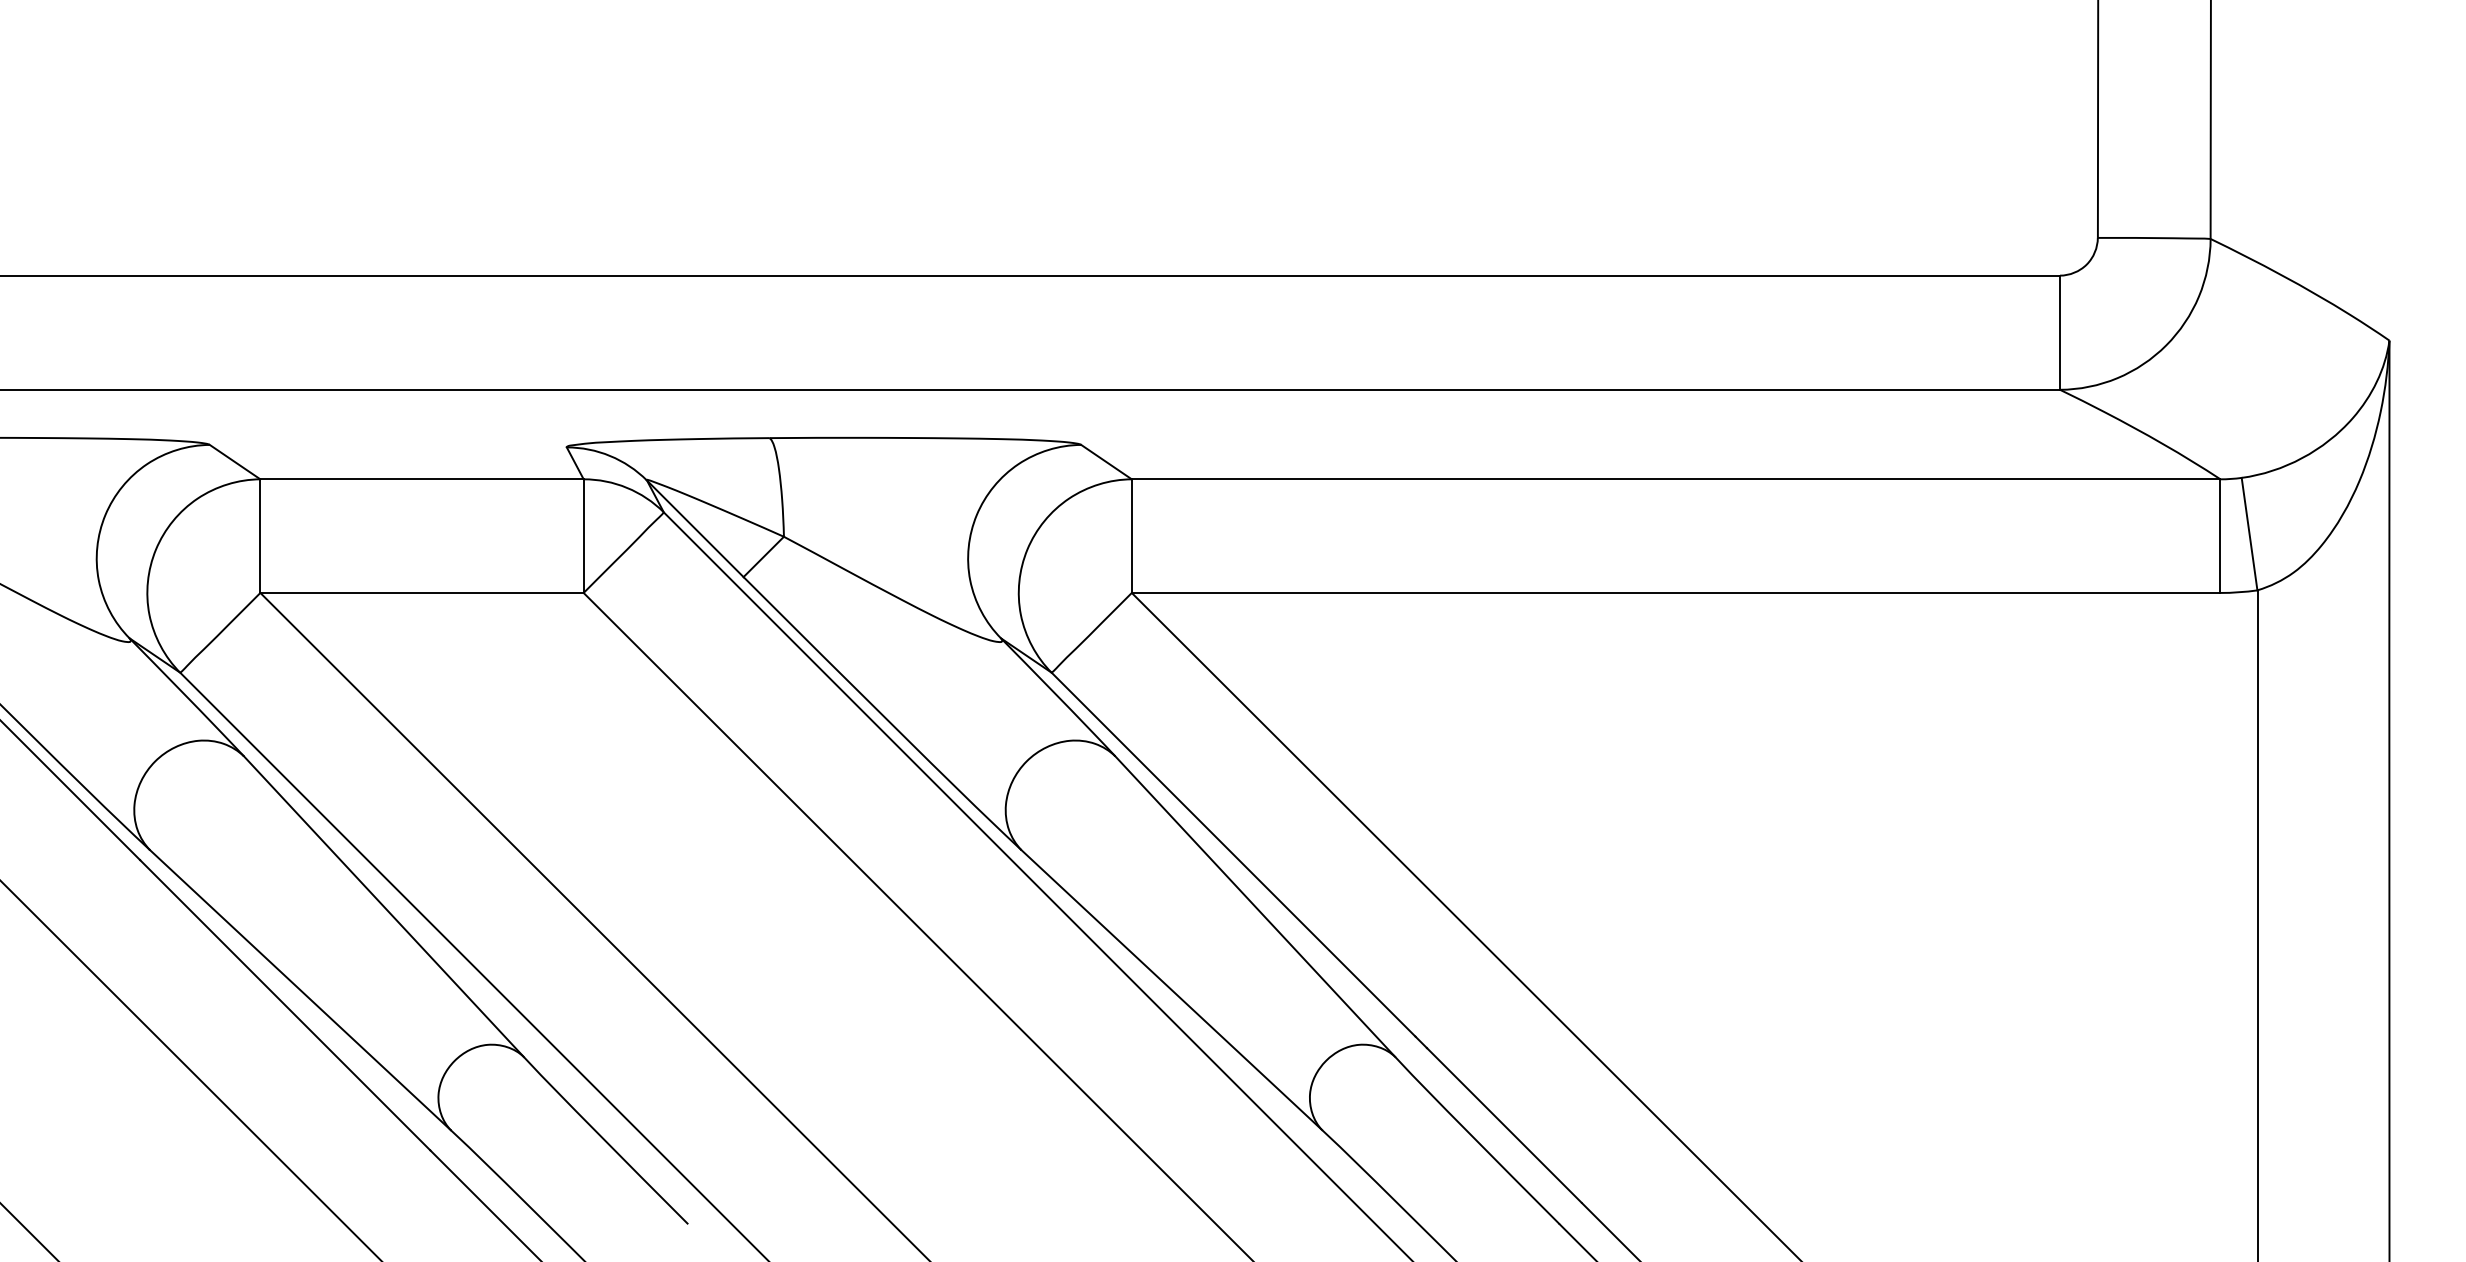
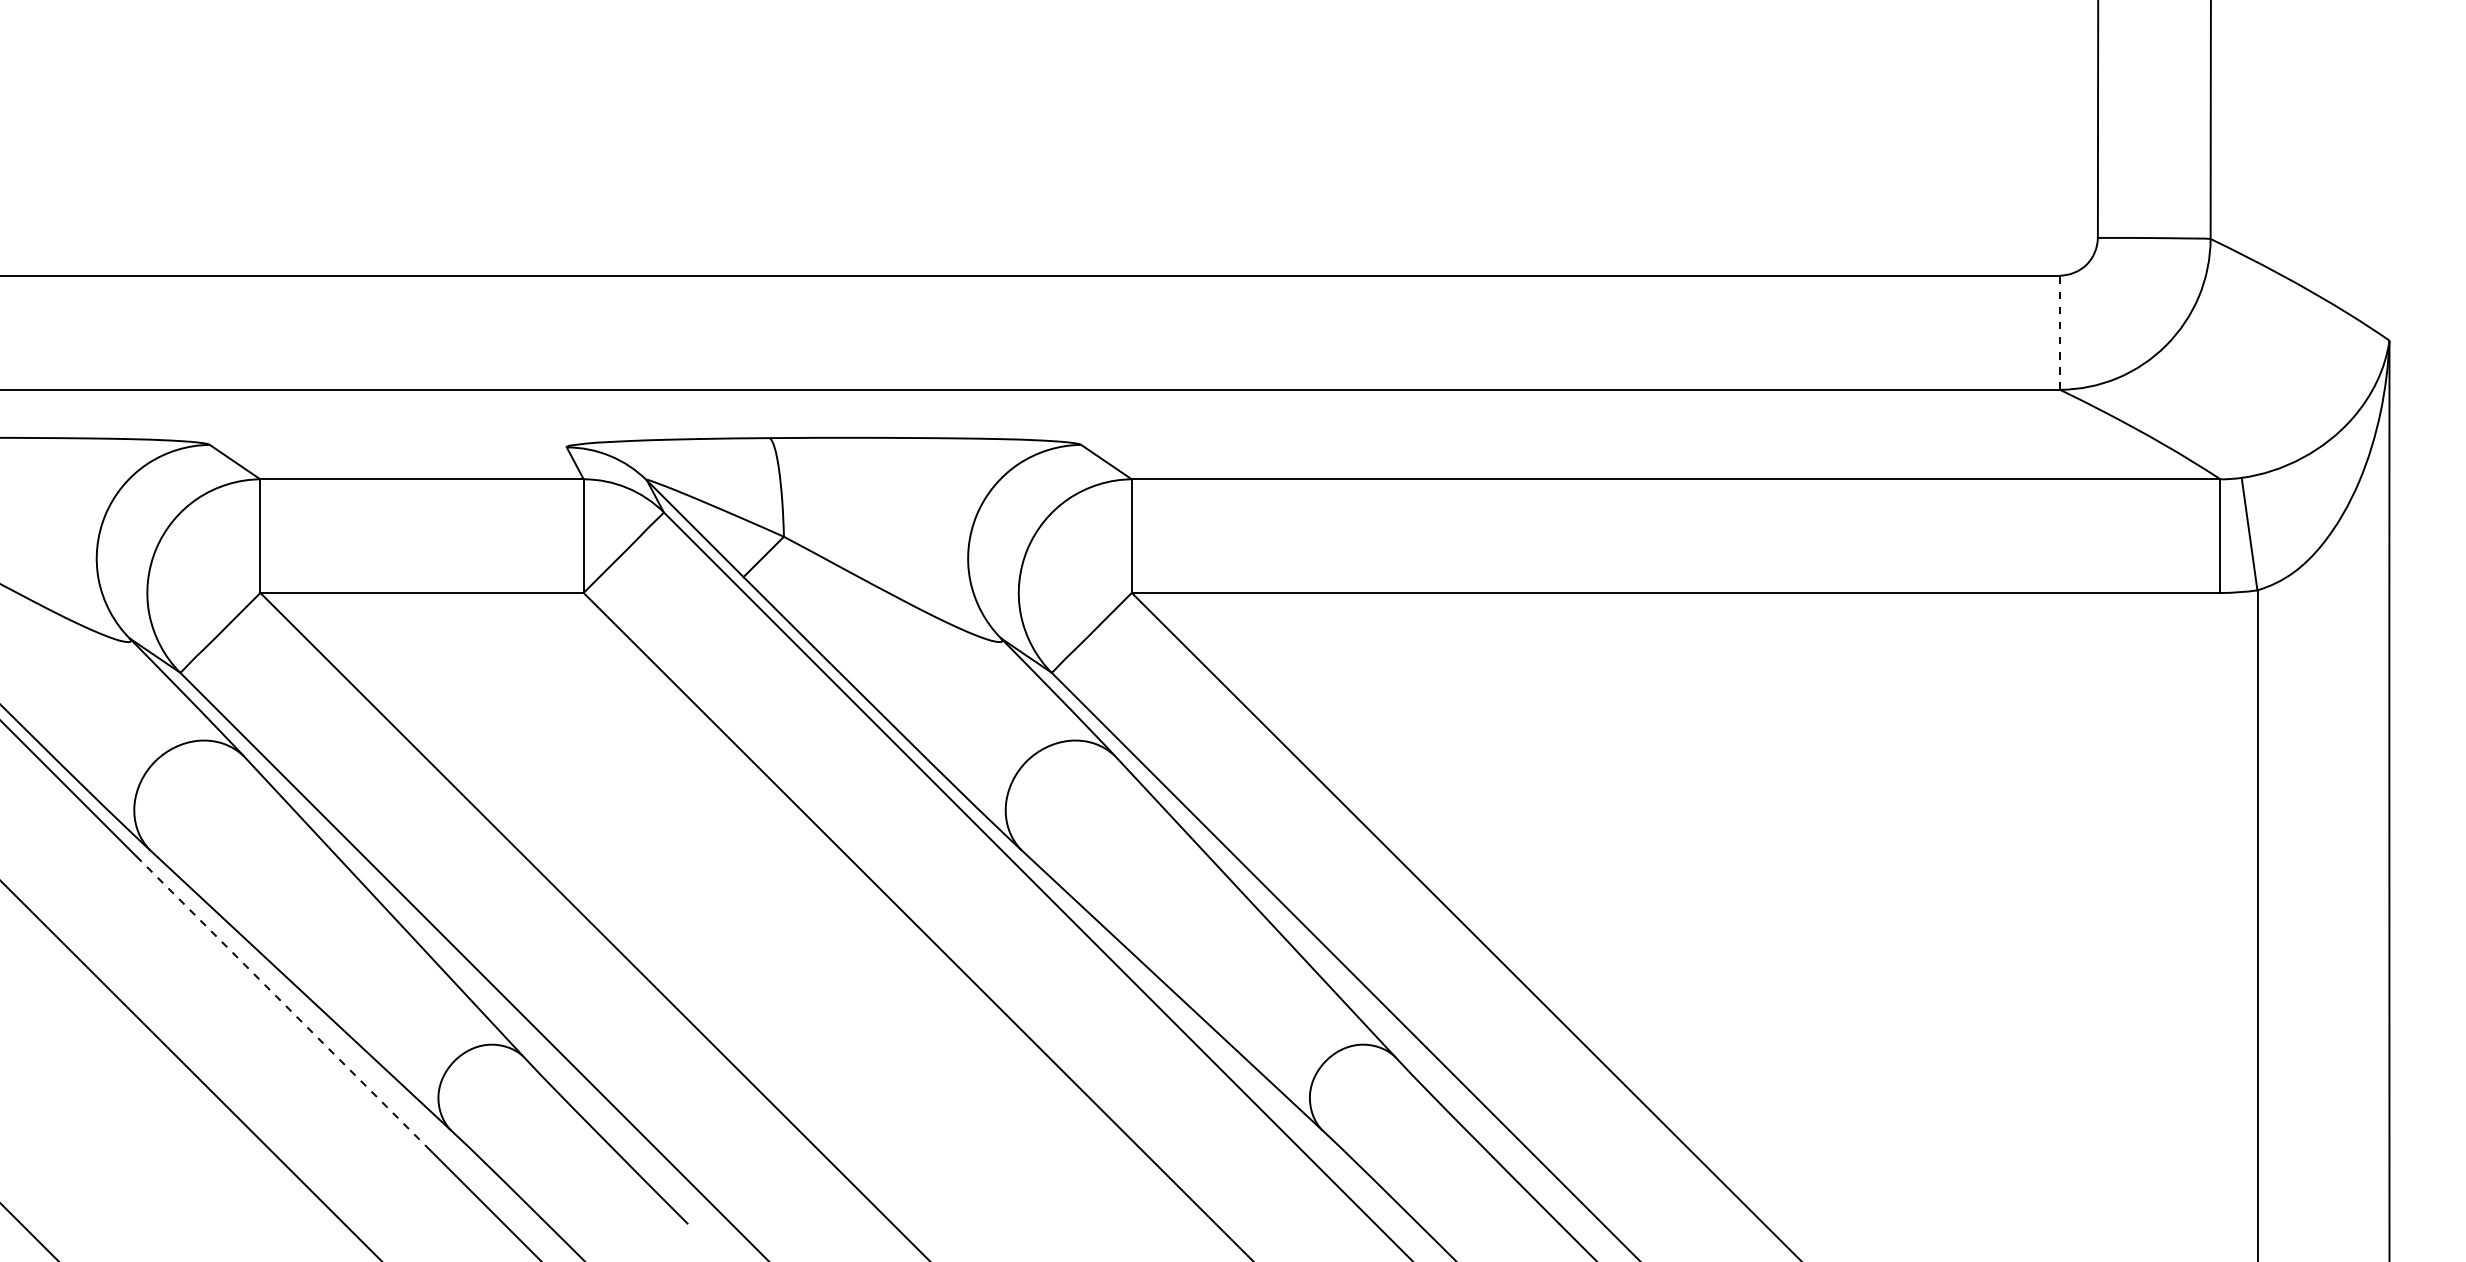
line at (2060, 332): solid -> dashed
line at (284, 1004): solid -> dashed
